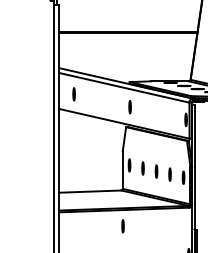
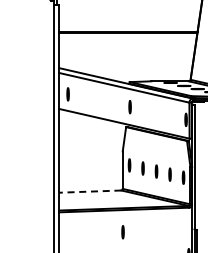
part at (73, 94) position: (73, 94) -> (67, 94)
line at (89, 191): solid -> dashed
part at (122, 226) position: (122, 226) -> (122, 232)
